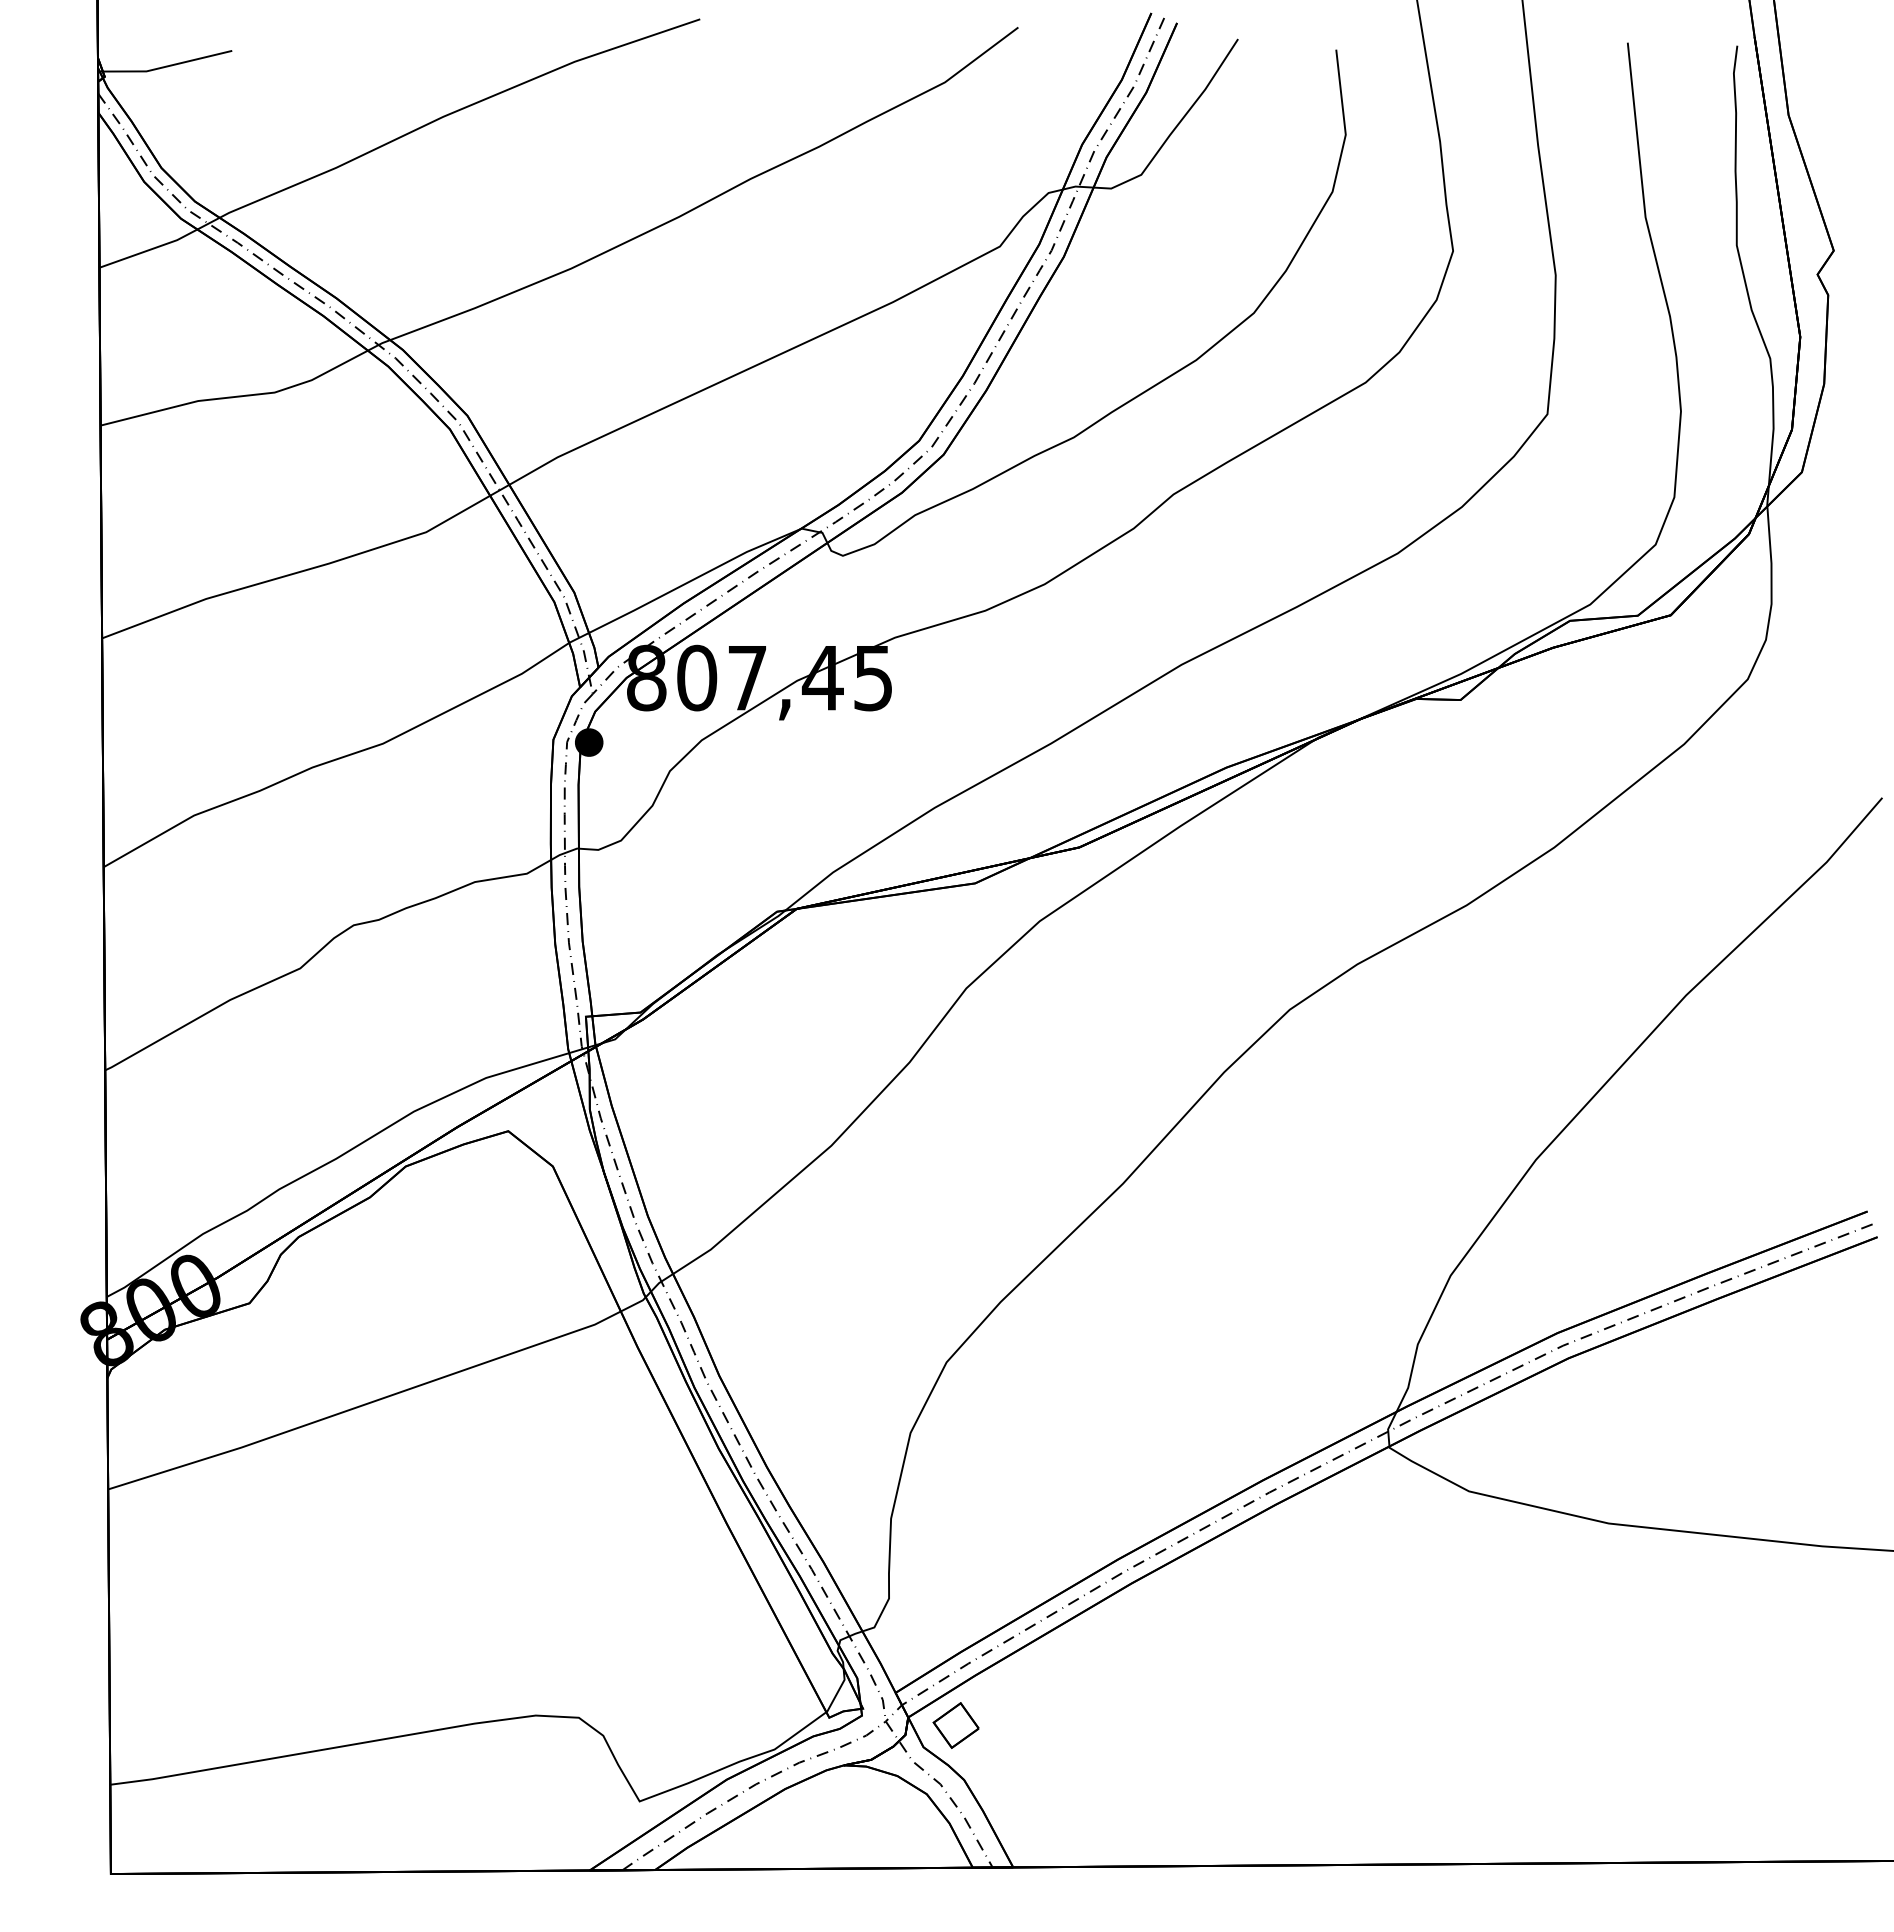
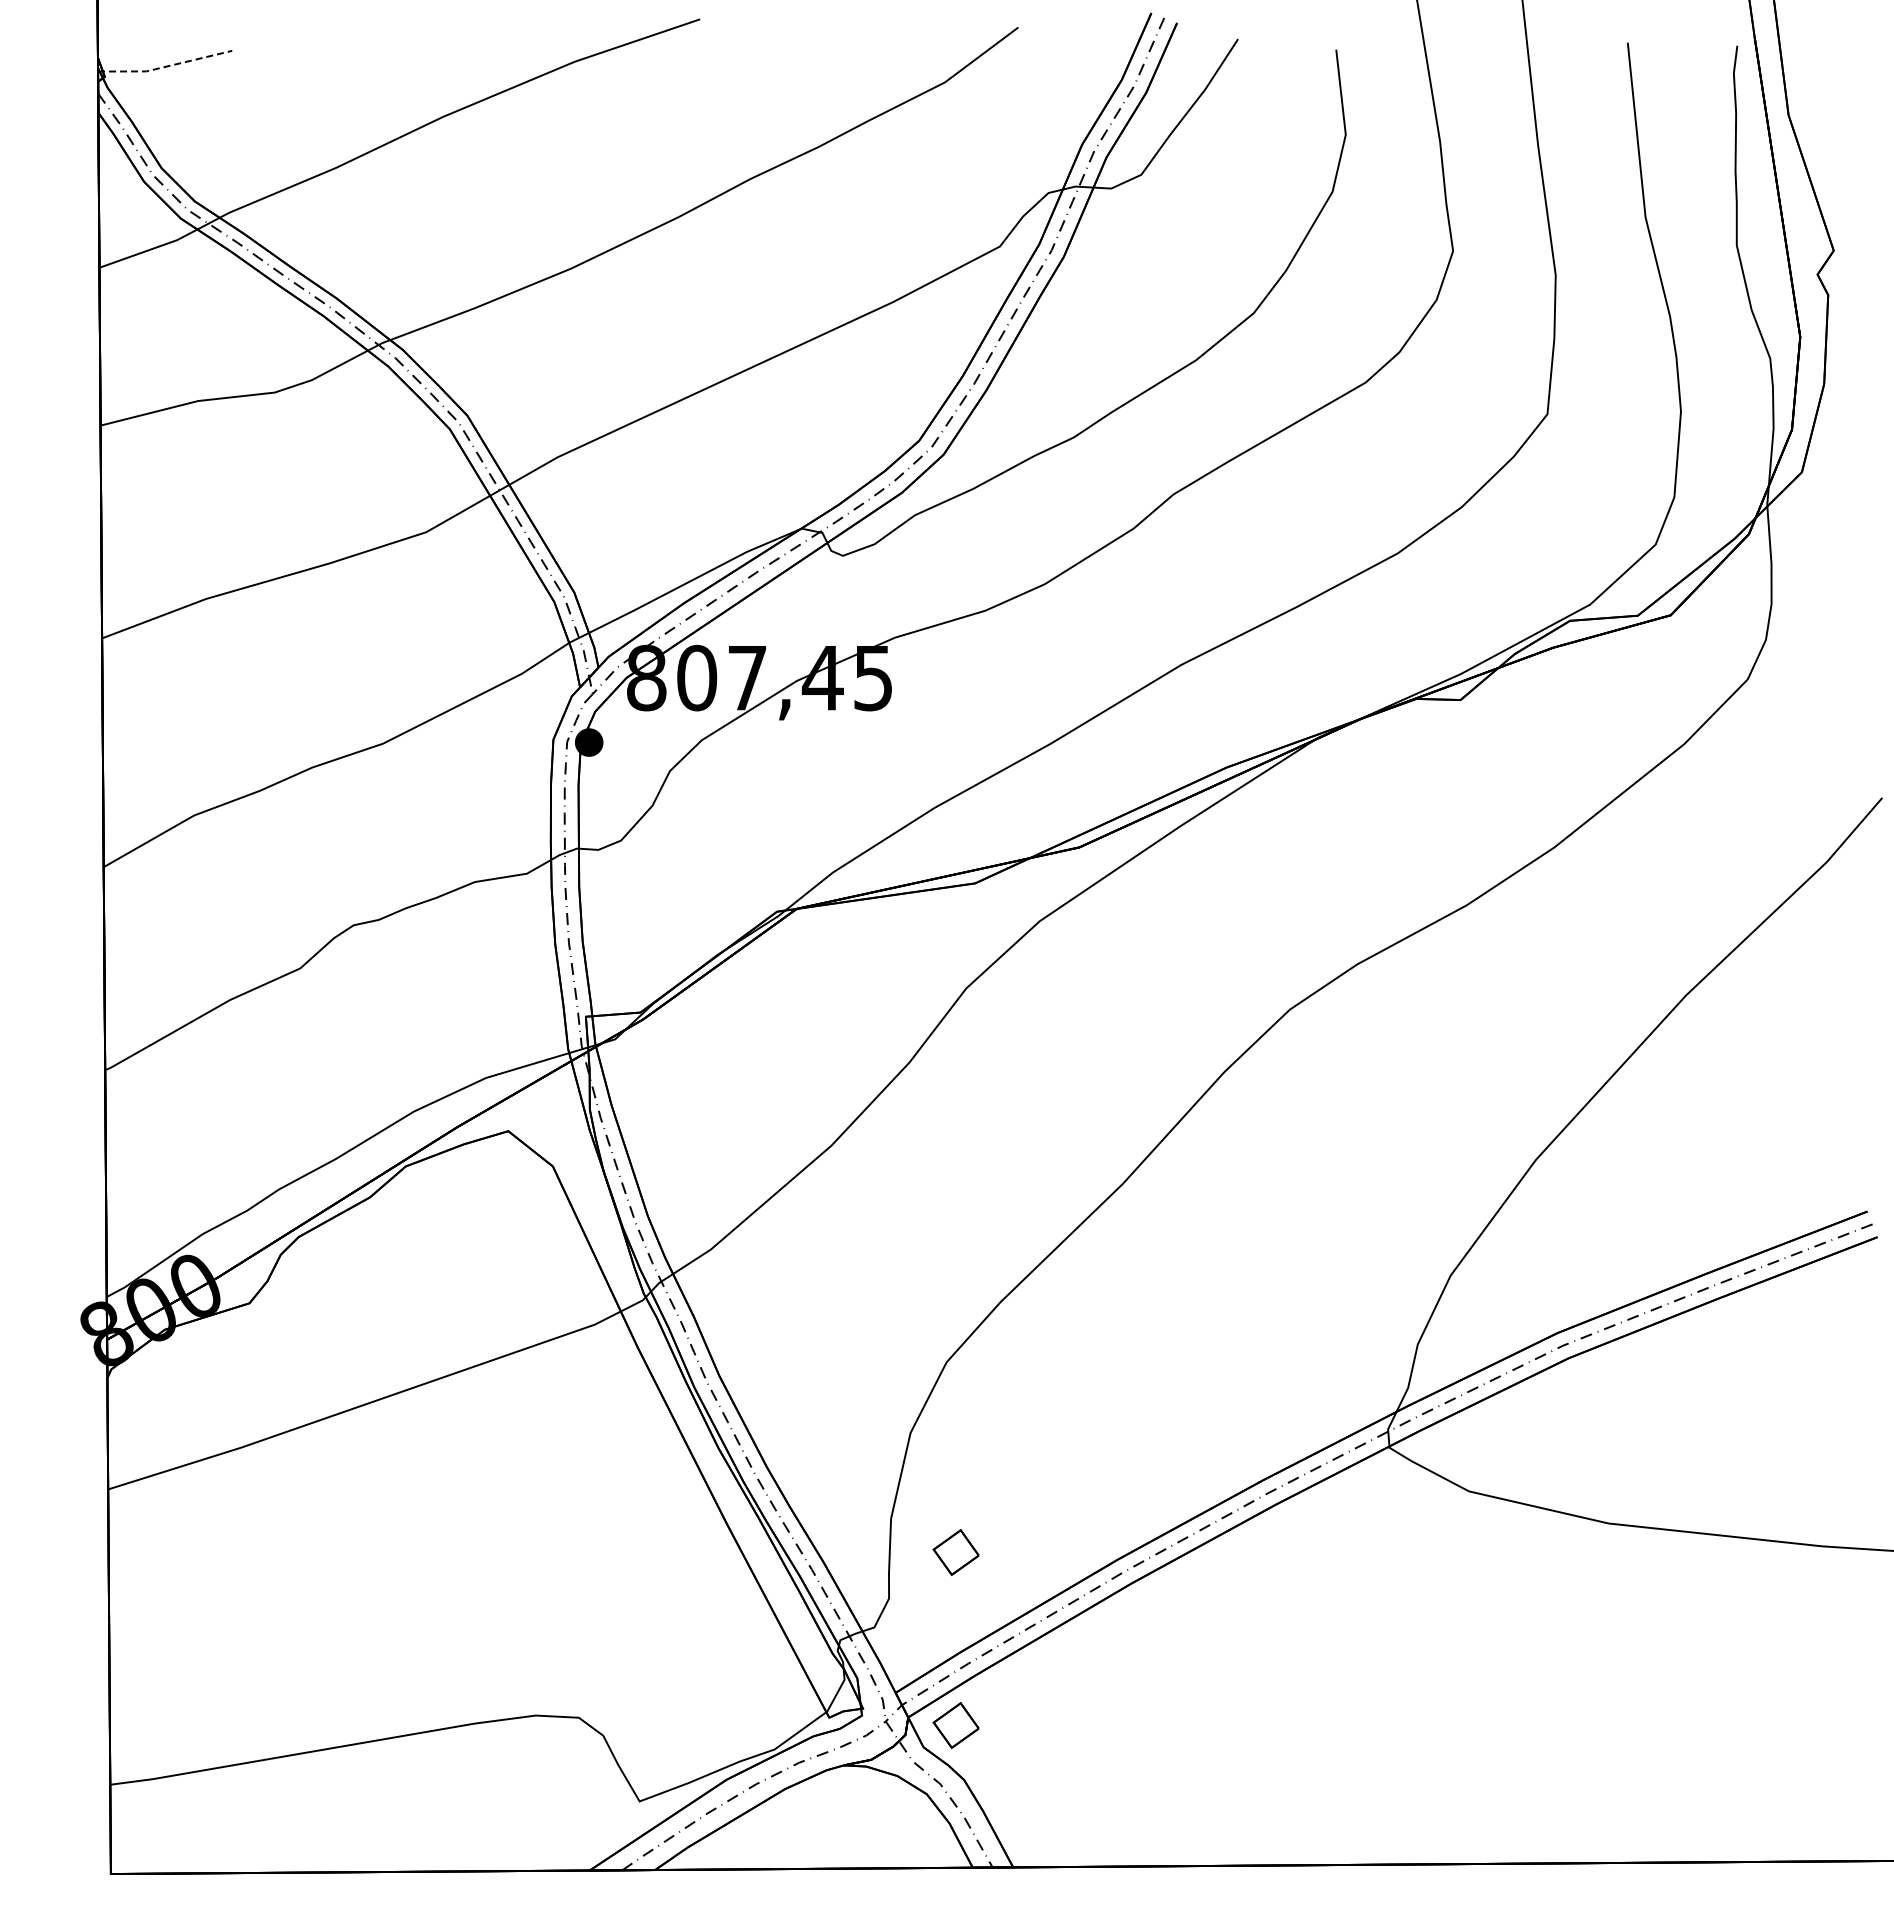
line at (165, 66): solid -> dashed
part at (955, 1552): none -> present
